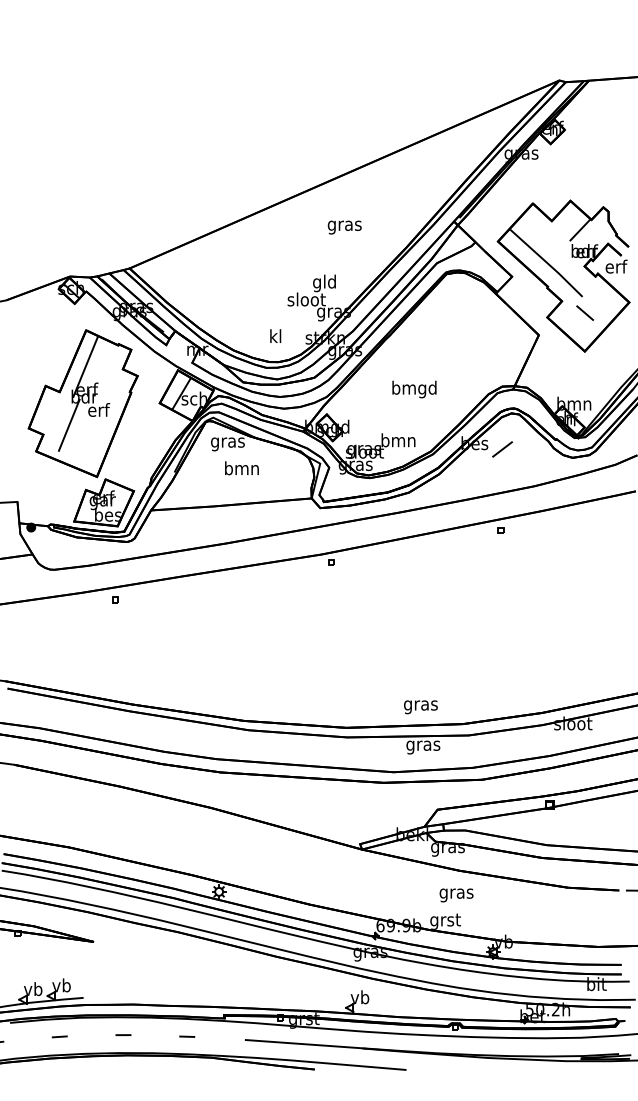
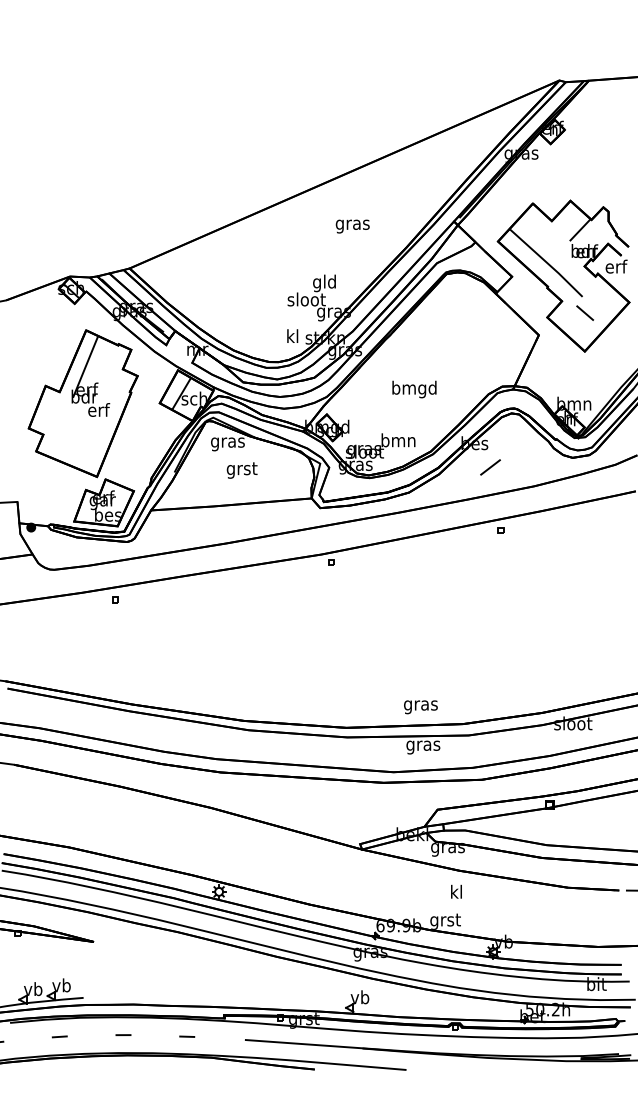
text at (344, 227) position: (344, 227) -> (352, 226)
text at (275, 335) position: (275, 335) -> (292, 335)
line at (68, 424): present -> none
line at (502, 449) position: (502, 449) -> (490, 467)
text at (241, 469): bmn -> grst
text at (456, 893): gras -> kl
